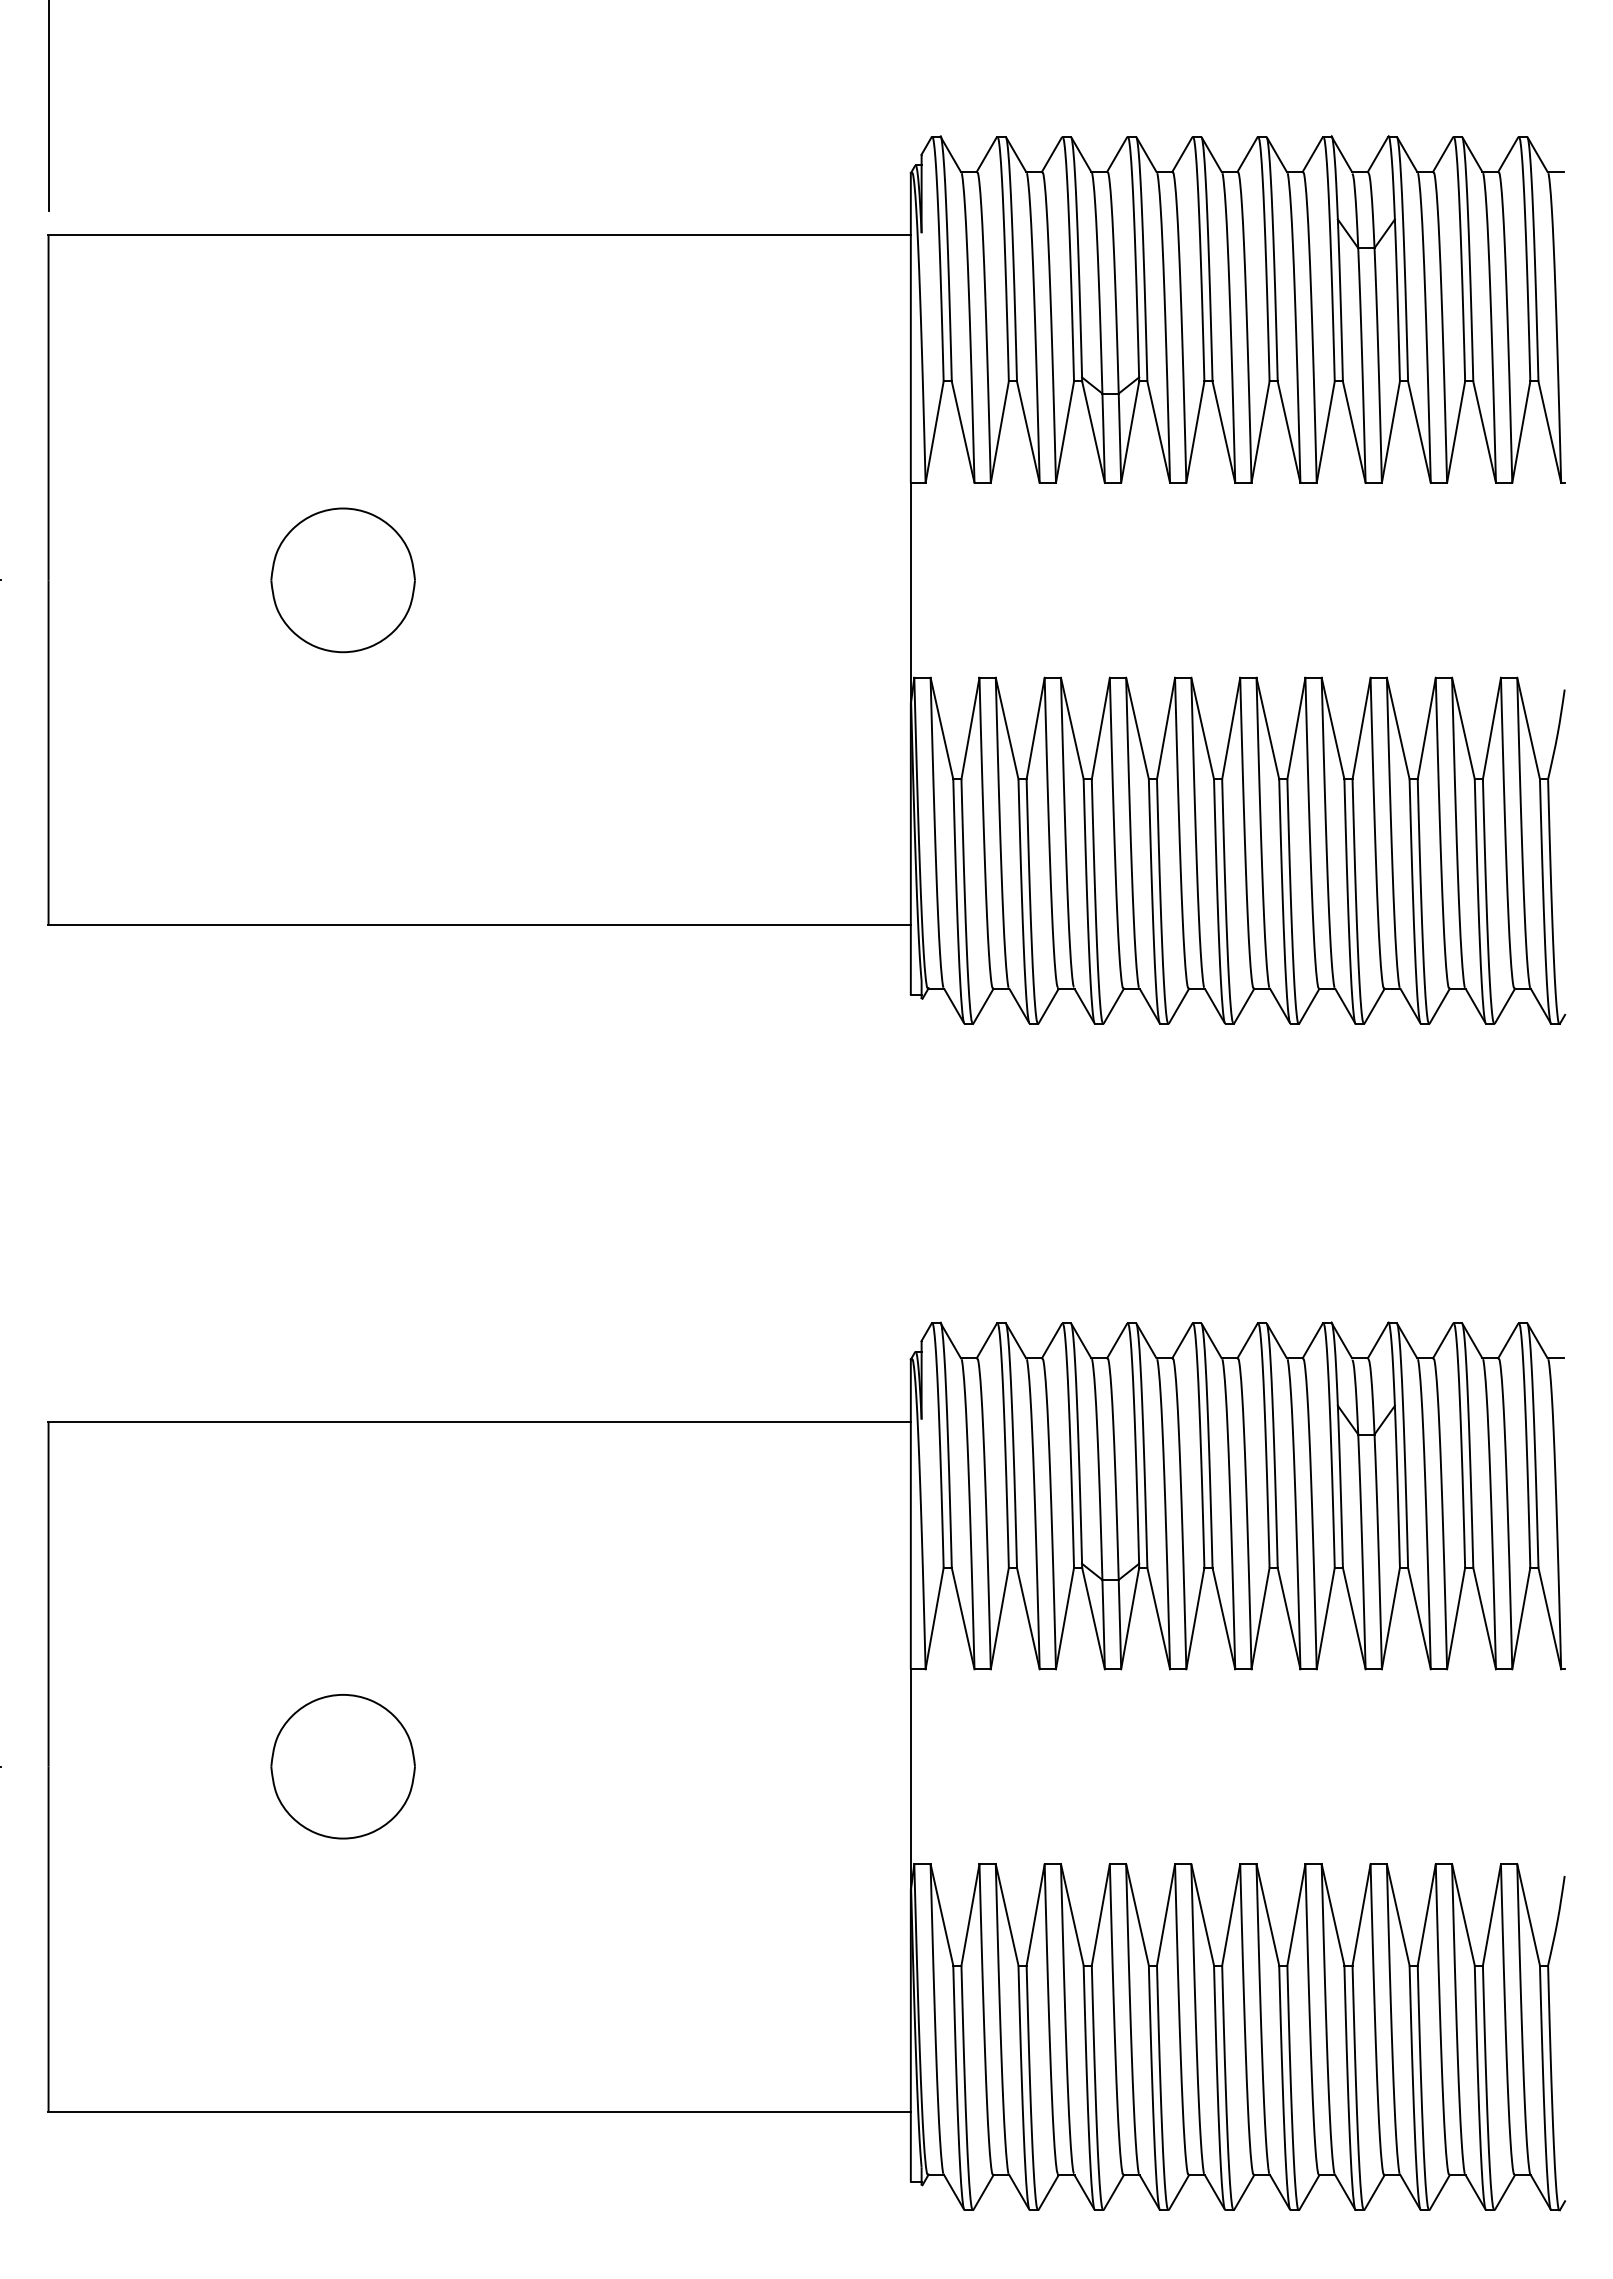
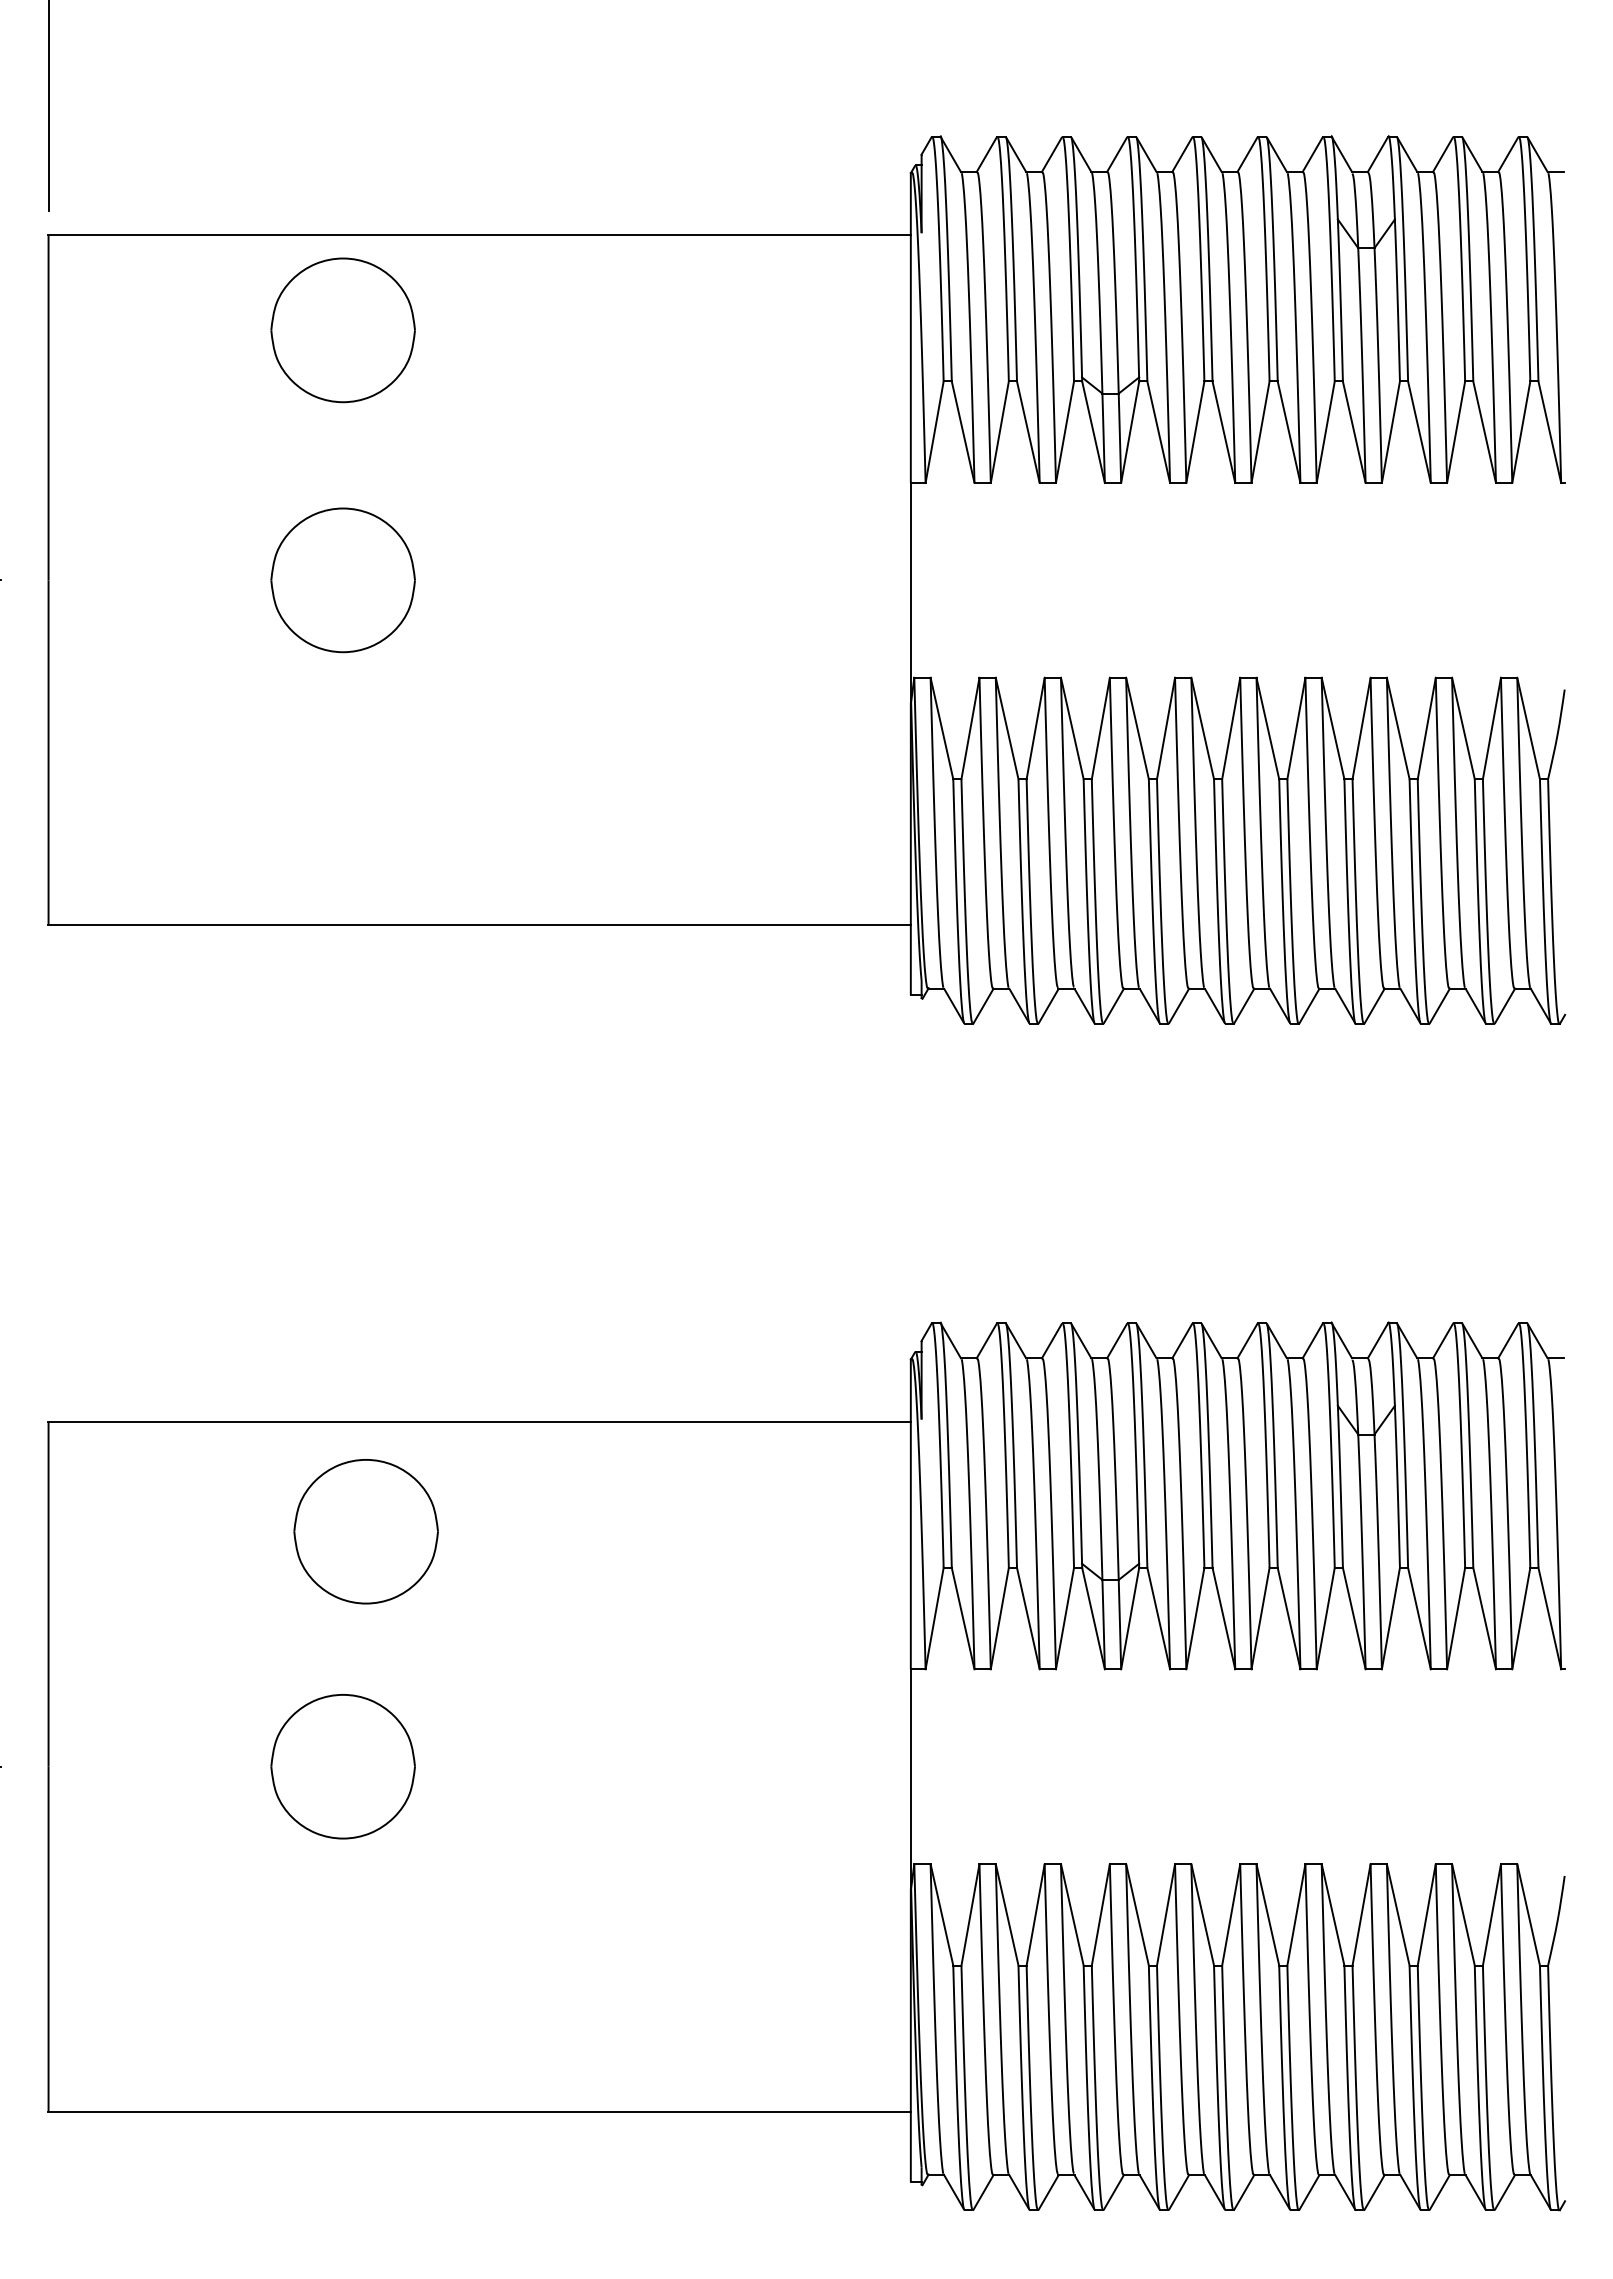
part at (342, 330): none -> present
part at (365, 1531): none -> present
